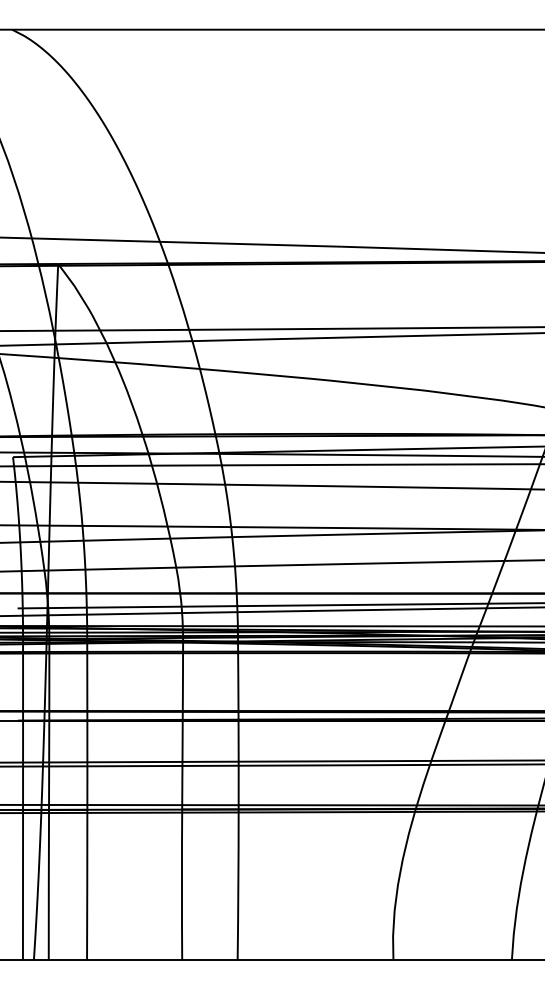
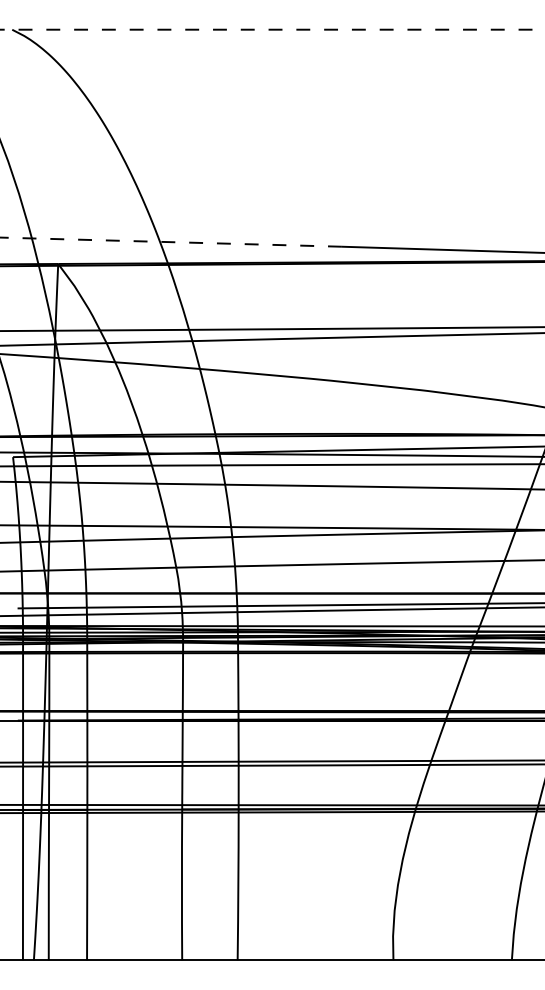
line at (272, 29): solid -> dashed
line at (171, 242): solid -> dashed
